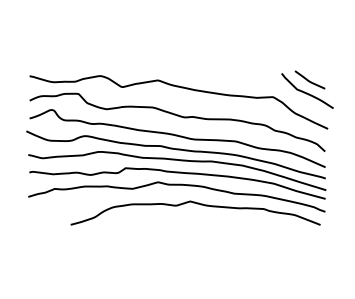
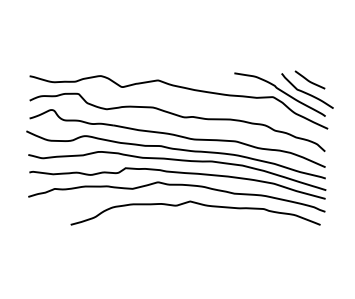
curve at (280, 91): none -> present
